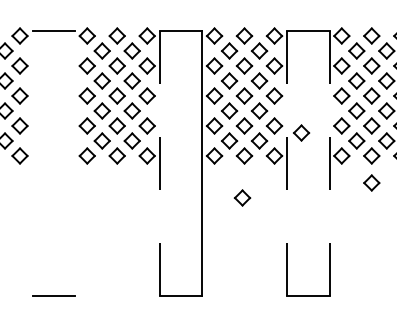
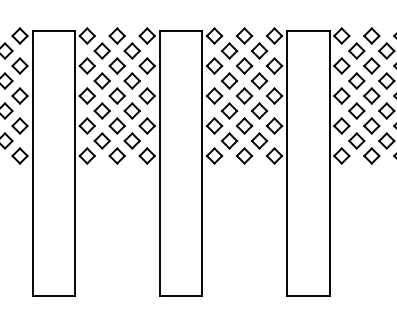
part at (301, 132): present -> none
line at (32, 163): none -> present
line at (75, 163): none -> present
line at (159, 163): dashed -> solid
line at (287, 163): dashed -> solid
line at (329, 163): dashed -> solid
part at (371, 182): present -> none
part at (242, 197): present -> none
